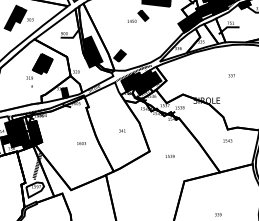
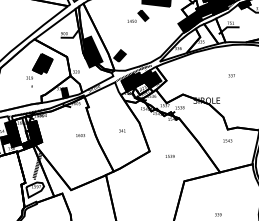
part at (18, 17): present -> none
fill at (142, 88): present -> none
fill at (21, 130): present -> none
text at (81, 143) position: (81, 143) -> (80, 135)
